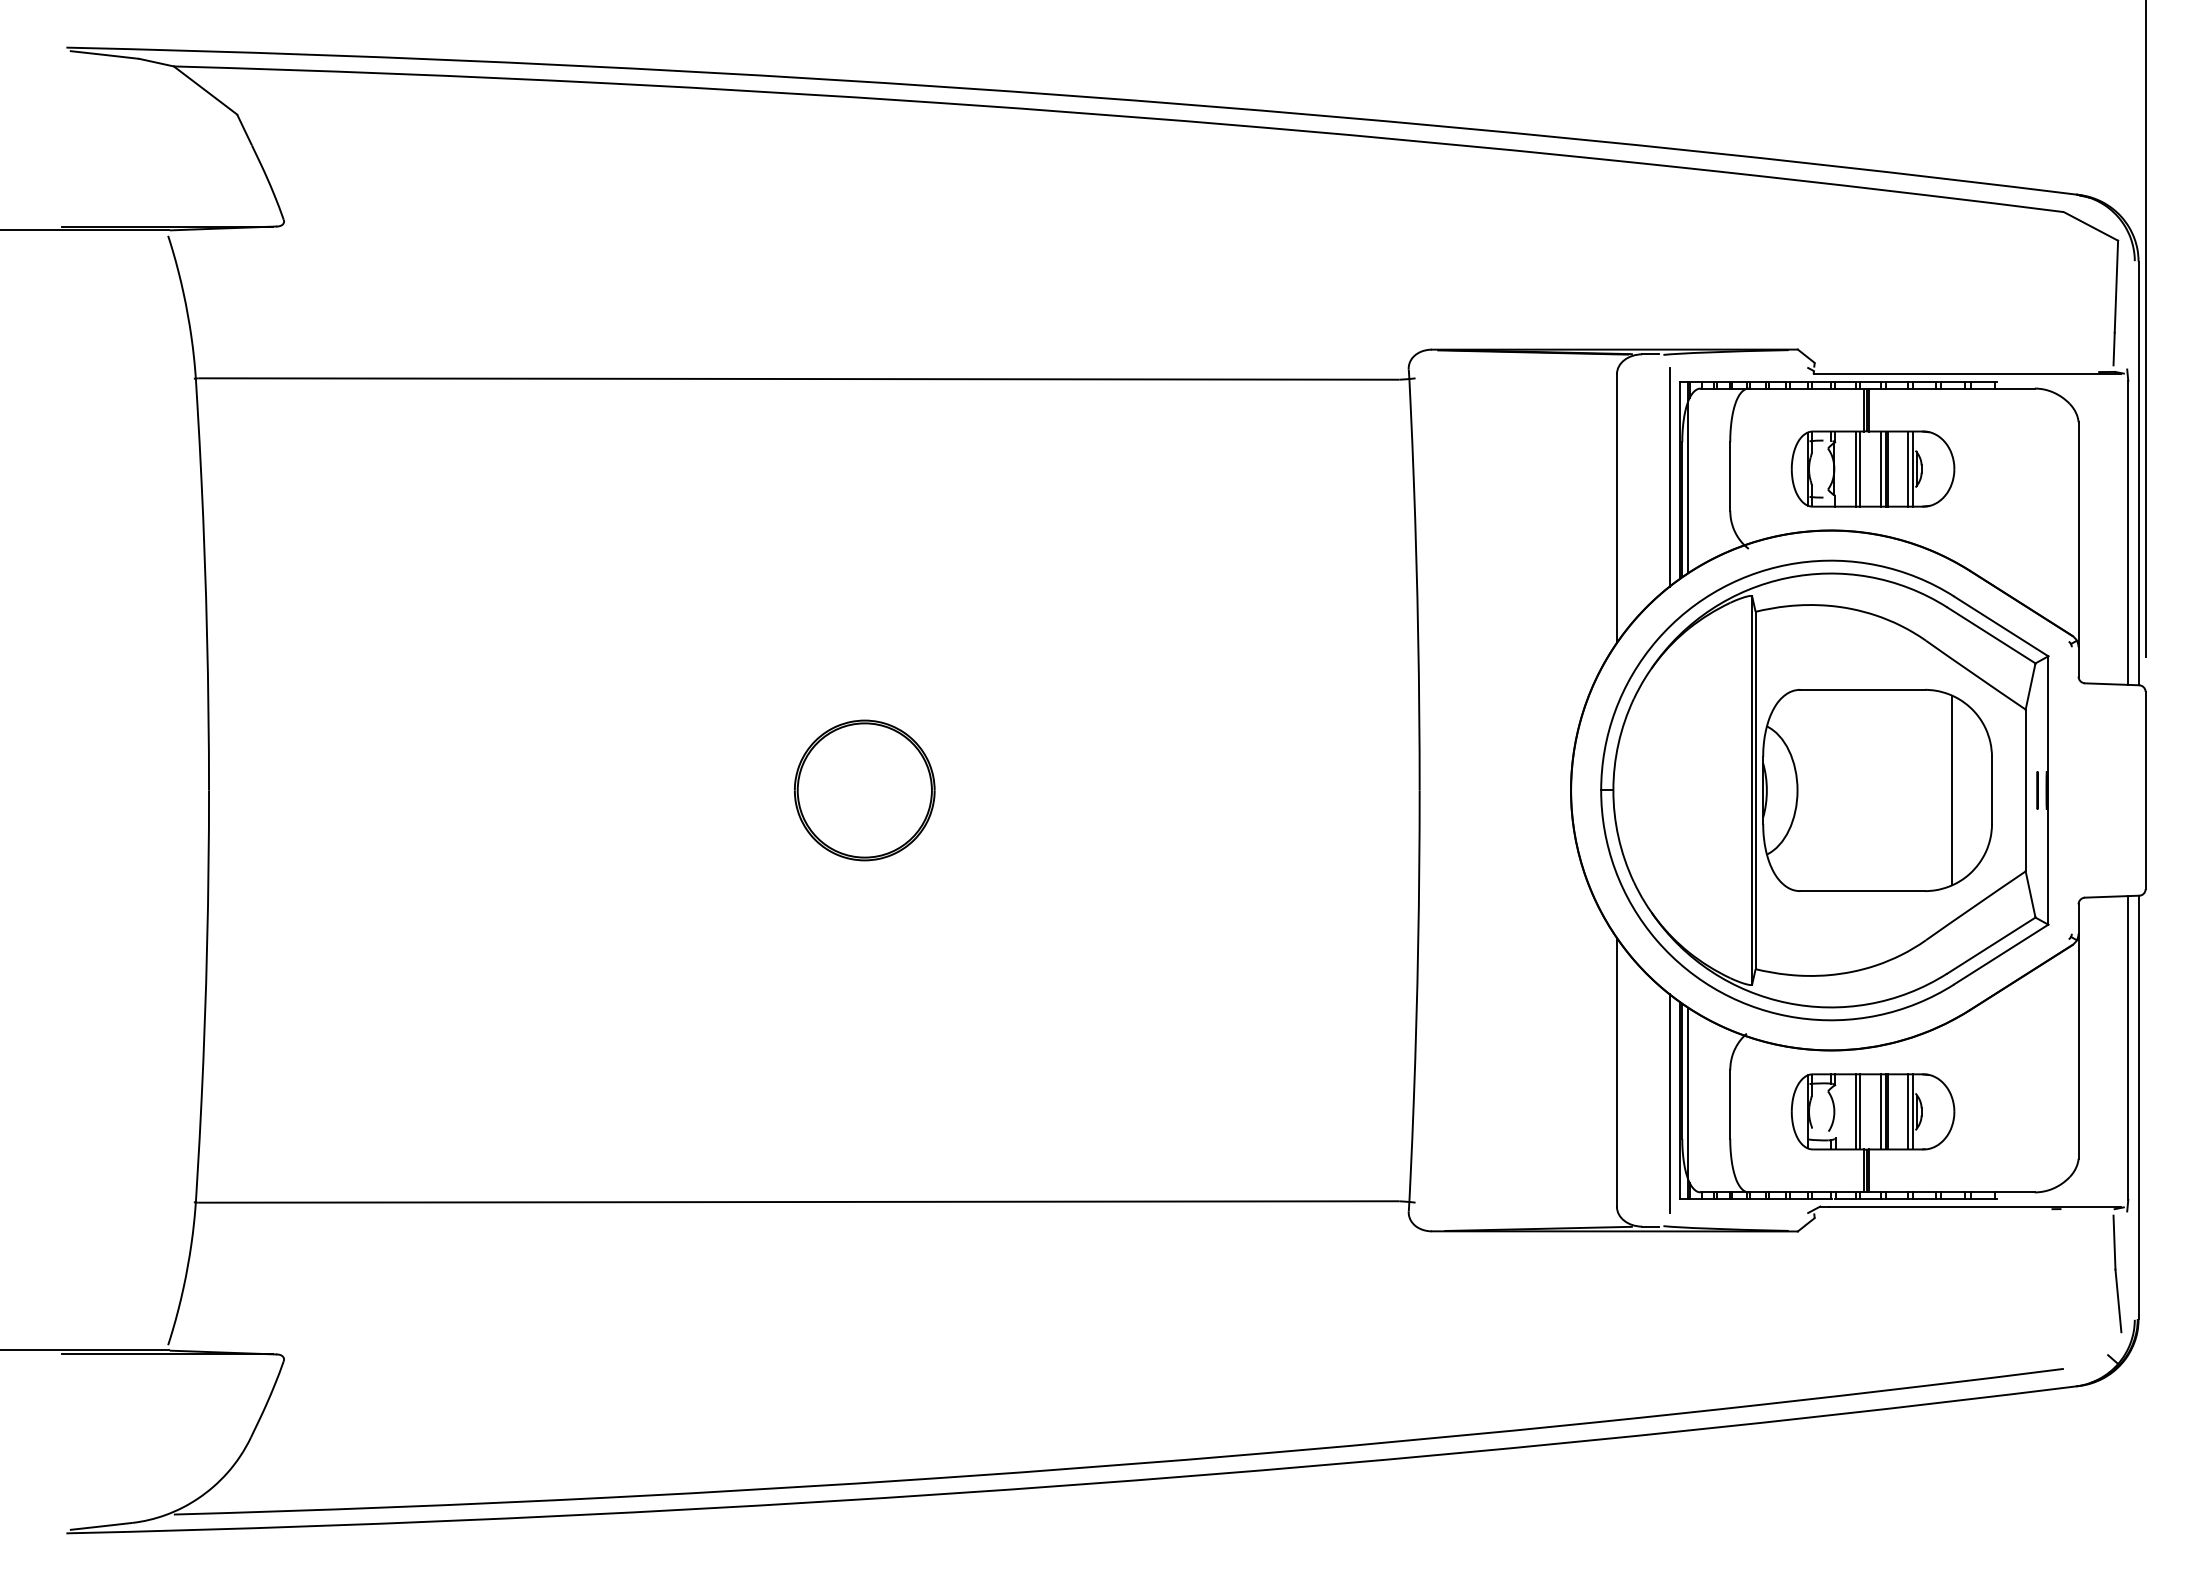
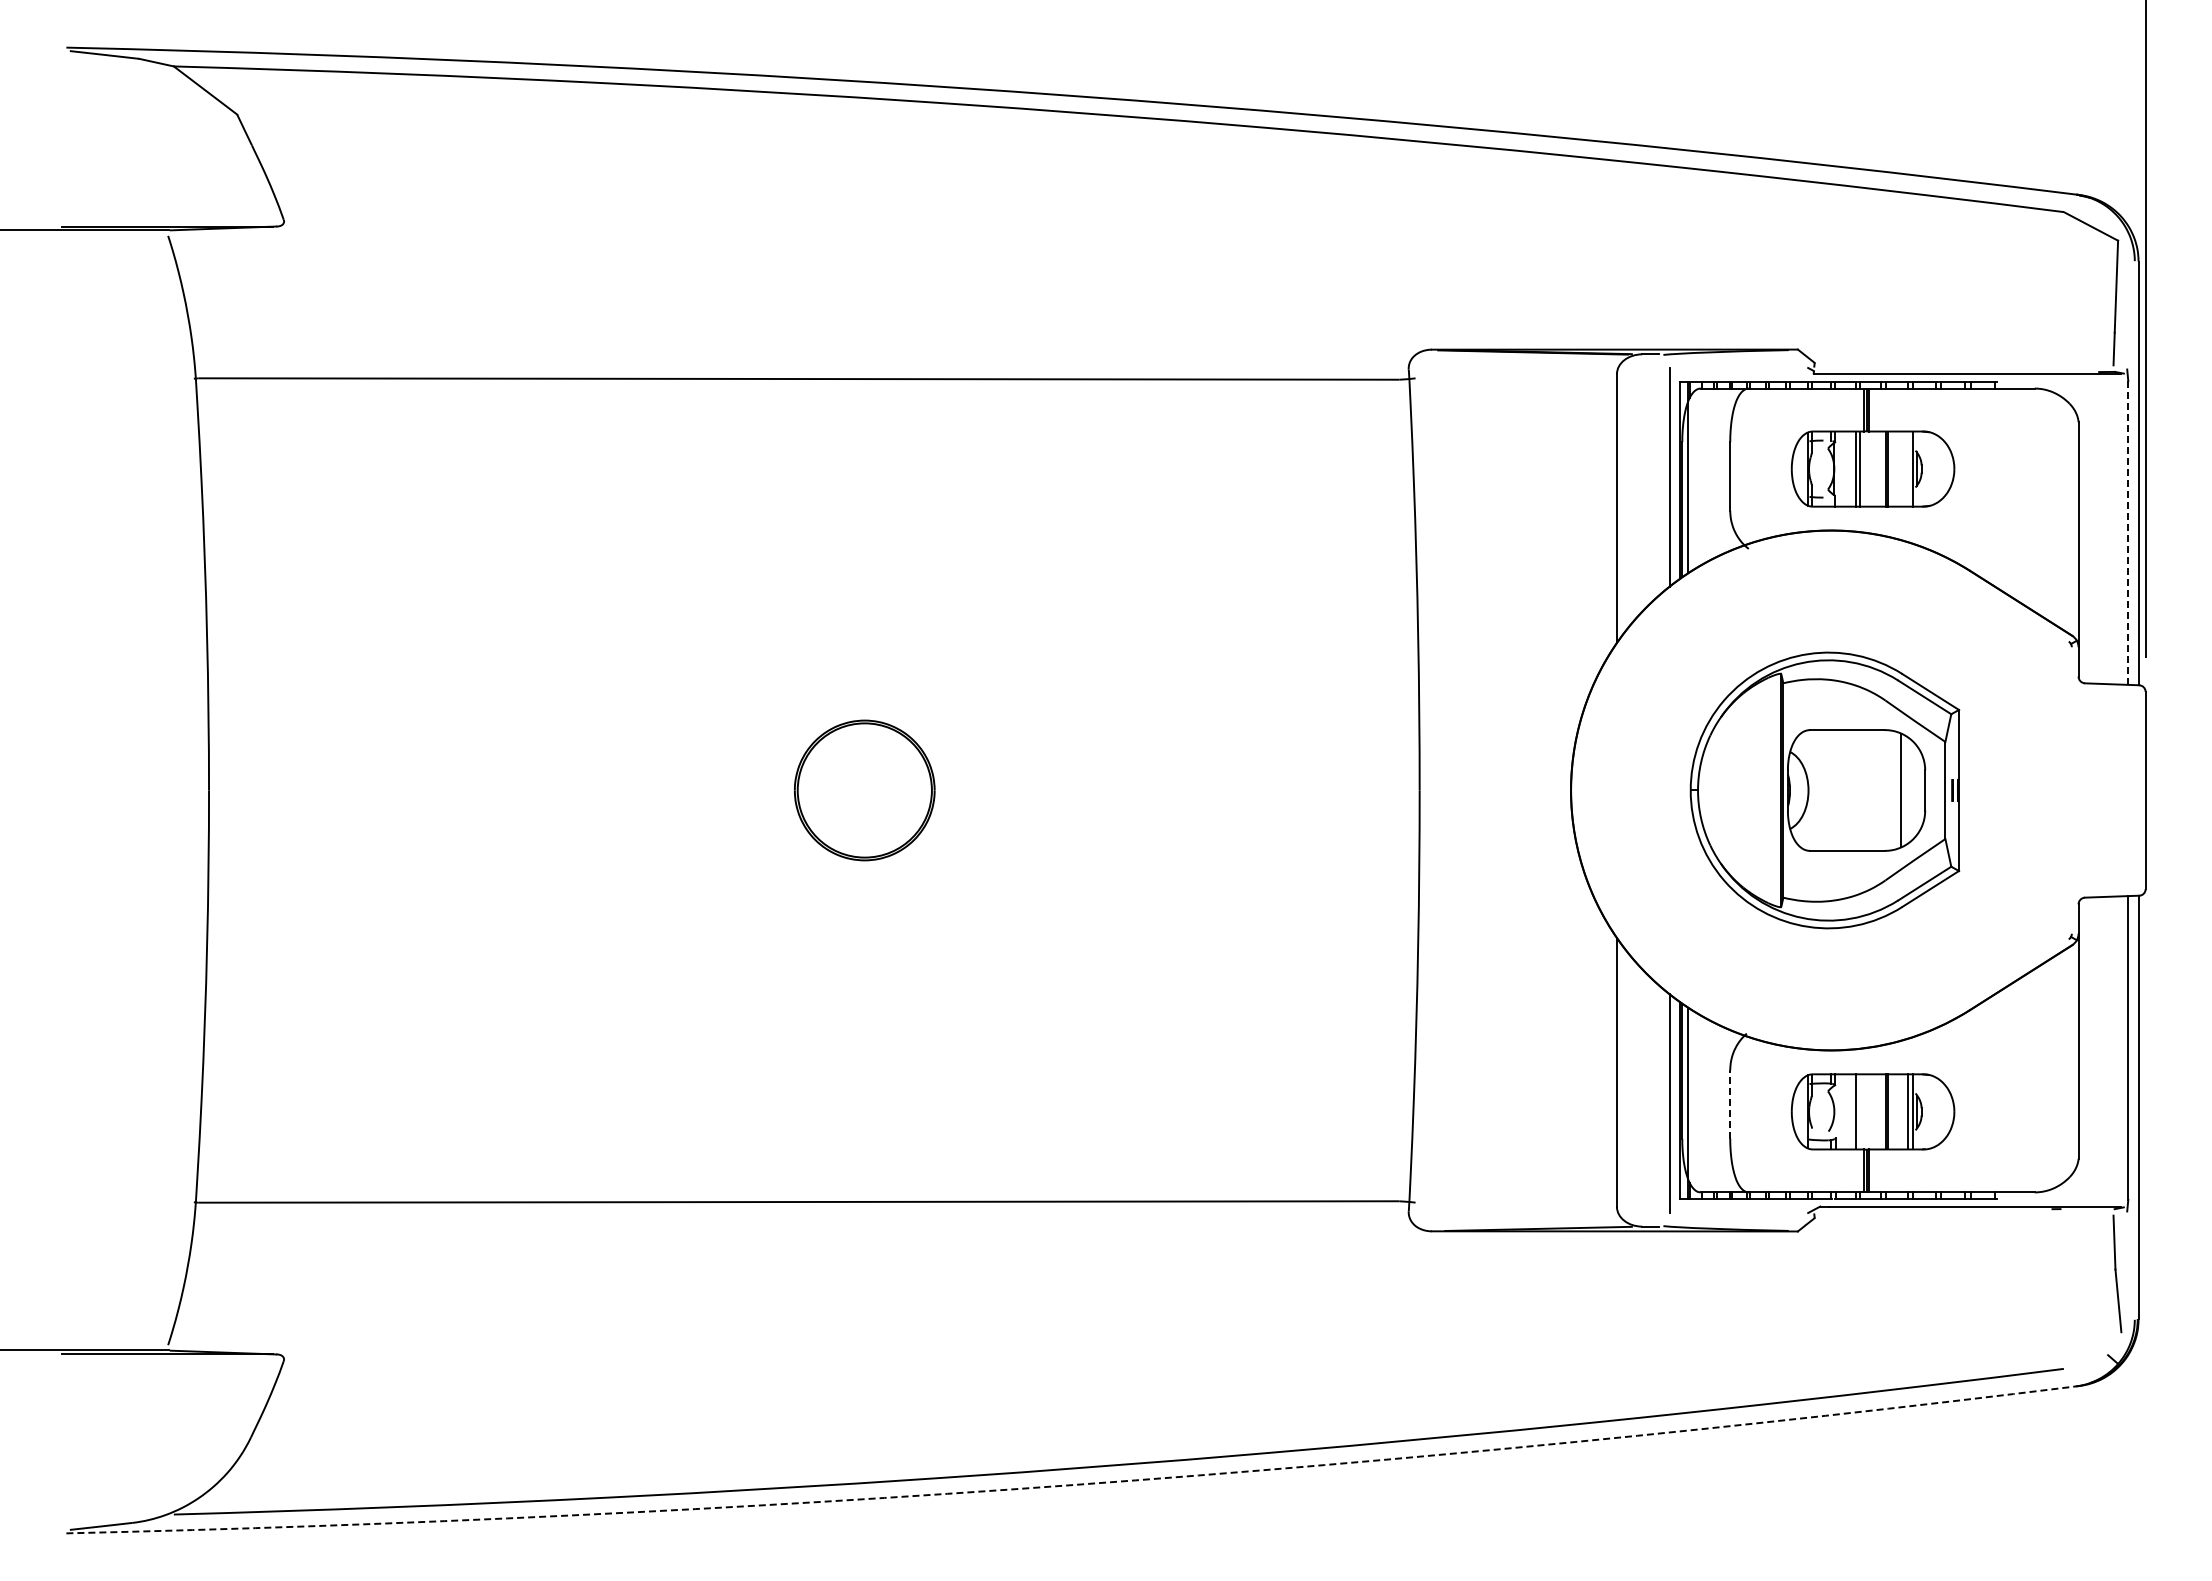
line at (1881, 468): present -> none
line at (1908, 468): present -> none
line at (2128, 532): solid -> dashed
part at (1824, 790) size: 450x463 px -> 272x279 px
line at (1730, 1103): solid -> dashed
line at (1859, 1111): present -> none
line at (1881, 1111): present -> none
arc at (1073, 1485): solid -> dashed
